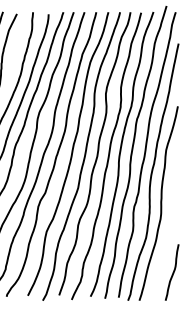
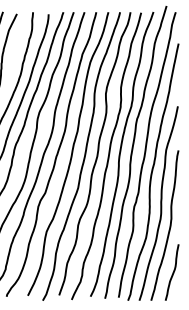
curve at (169, 225): none -> present
